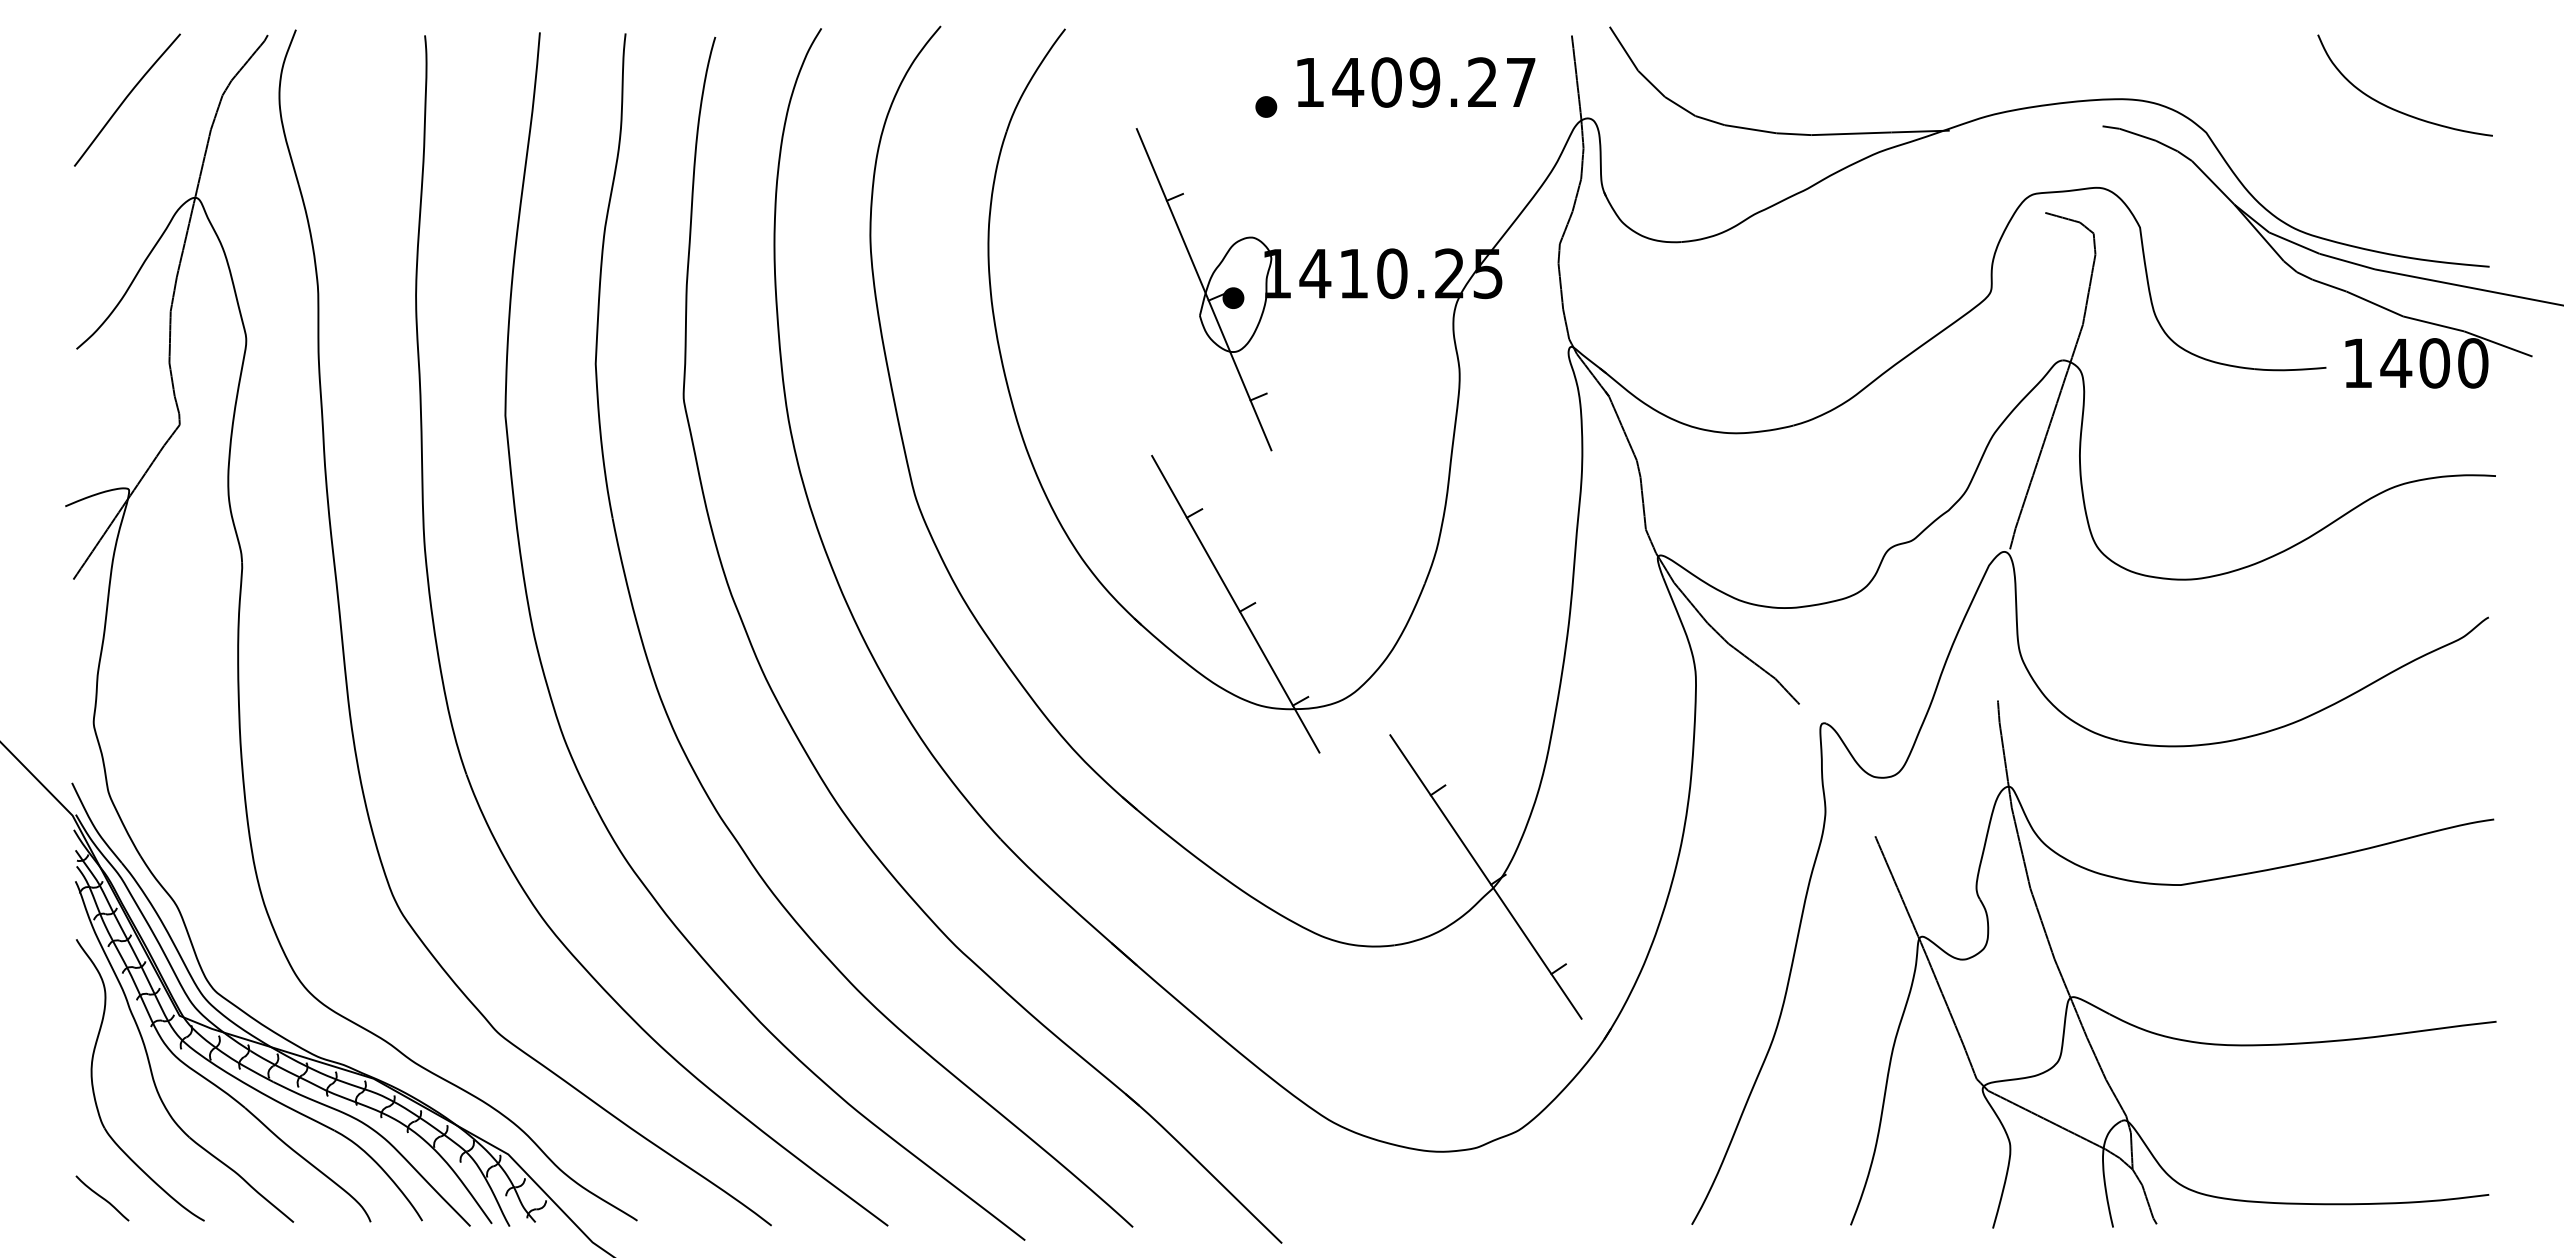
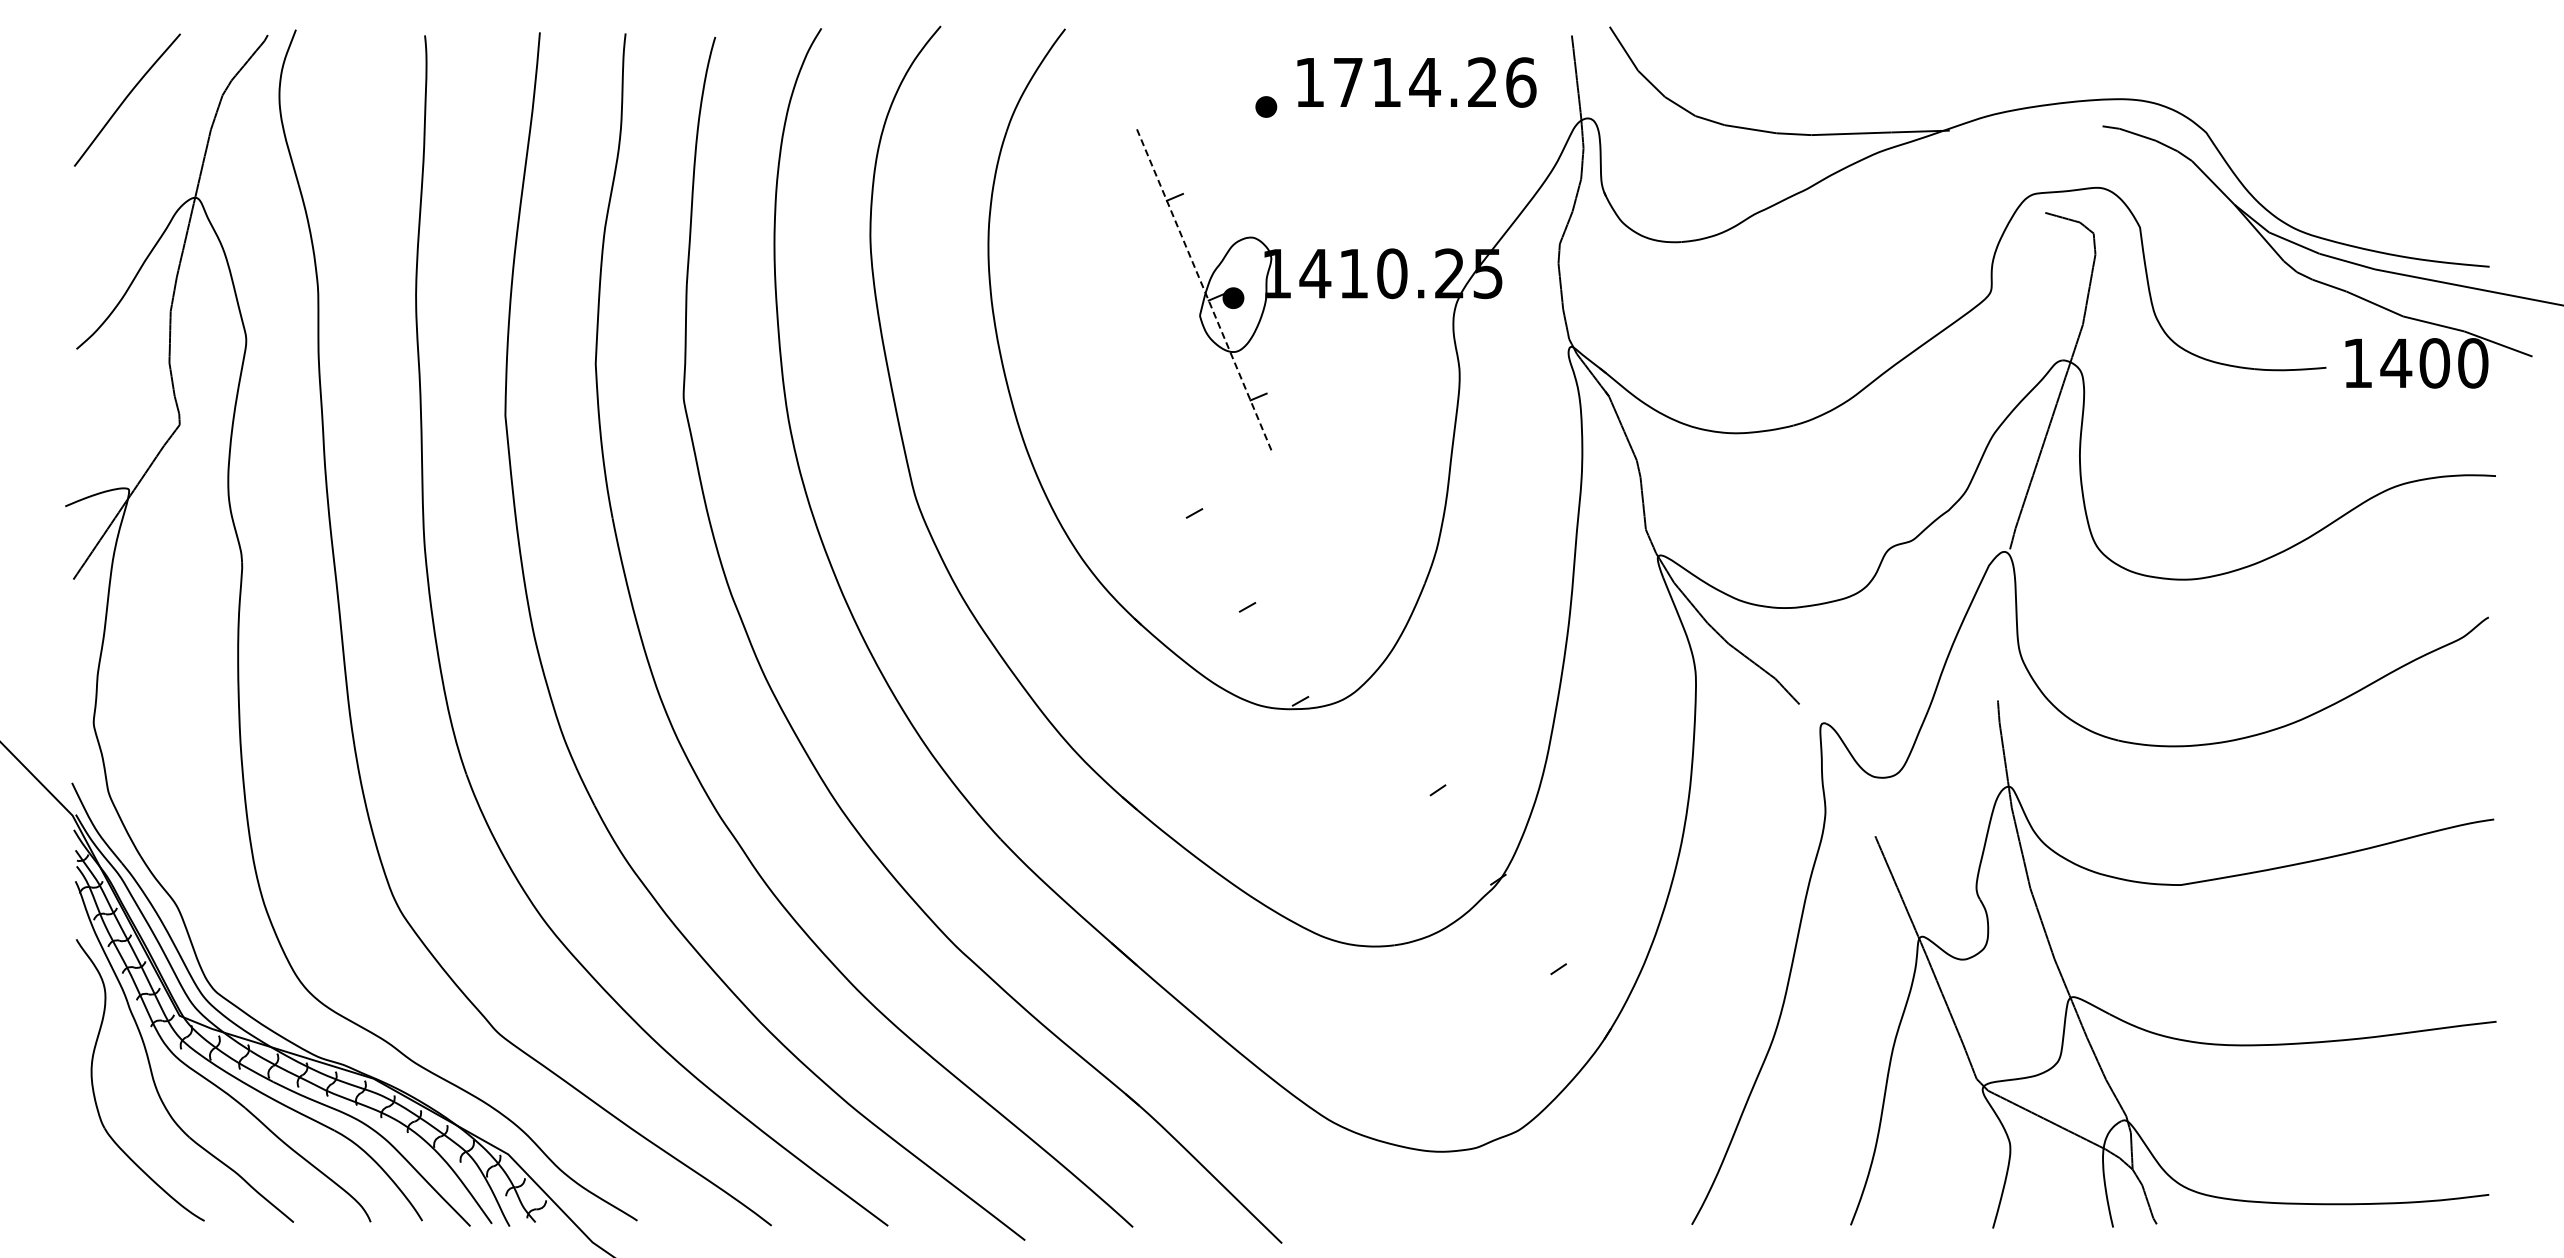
text at (1434, 82): 1409.27 -> 1714.26
curve at (2394, 108): present -> none
line at (1203, 289): solid -> dashed
line at (1235, 603): present -> none
line at (1485, 876): present -> none
curve at (102, 1198): present -> none
